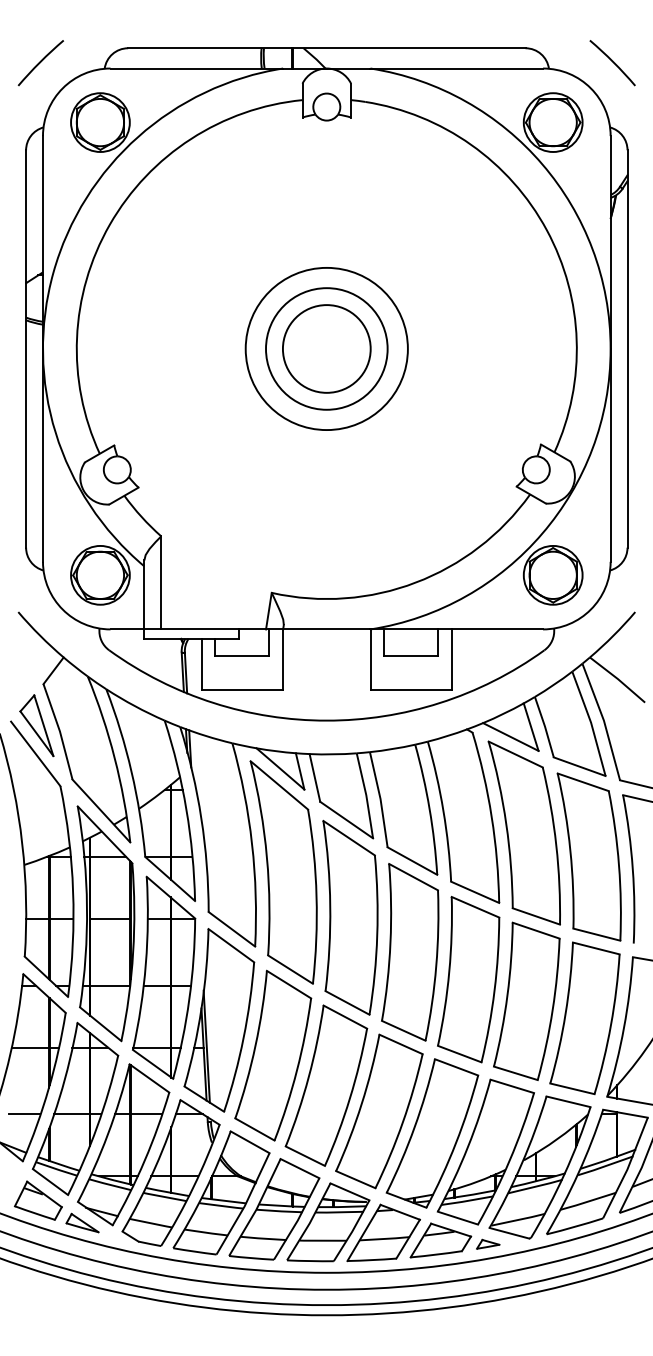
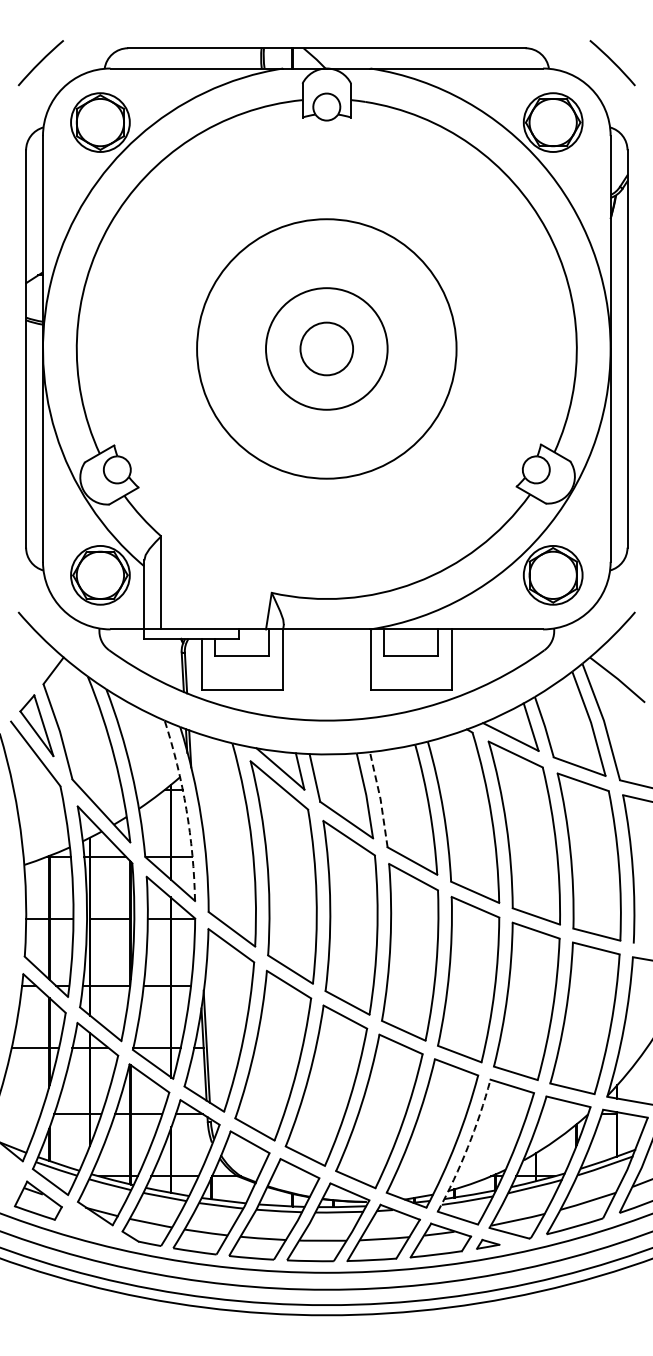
circle at (326, 348) diameter: 162 px -> 259 px
circle at (326, 348) diameter: 88 px -> 53 px
line at (380, 799): solid -> dashed
arc at (186, 809): solid -> dashed
line at (24, 1114): present -> none
arc at (467, 1147): solid -> dashed
part at (82, 1222): present -> none
